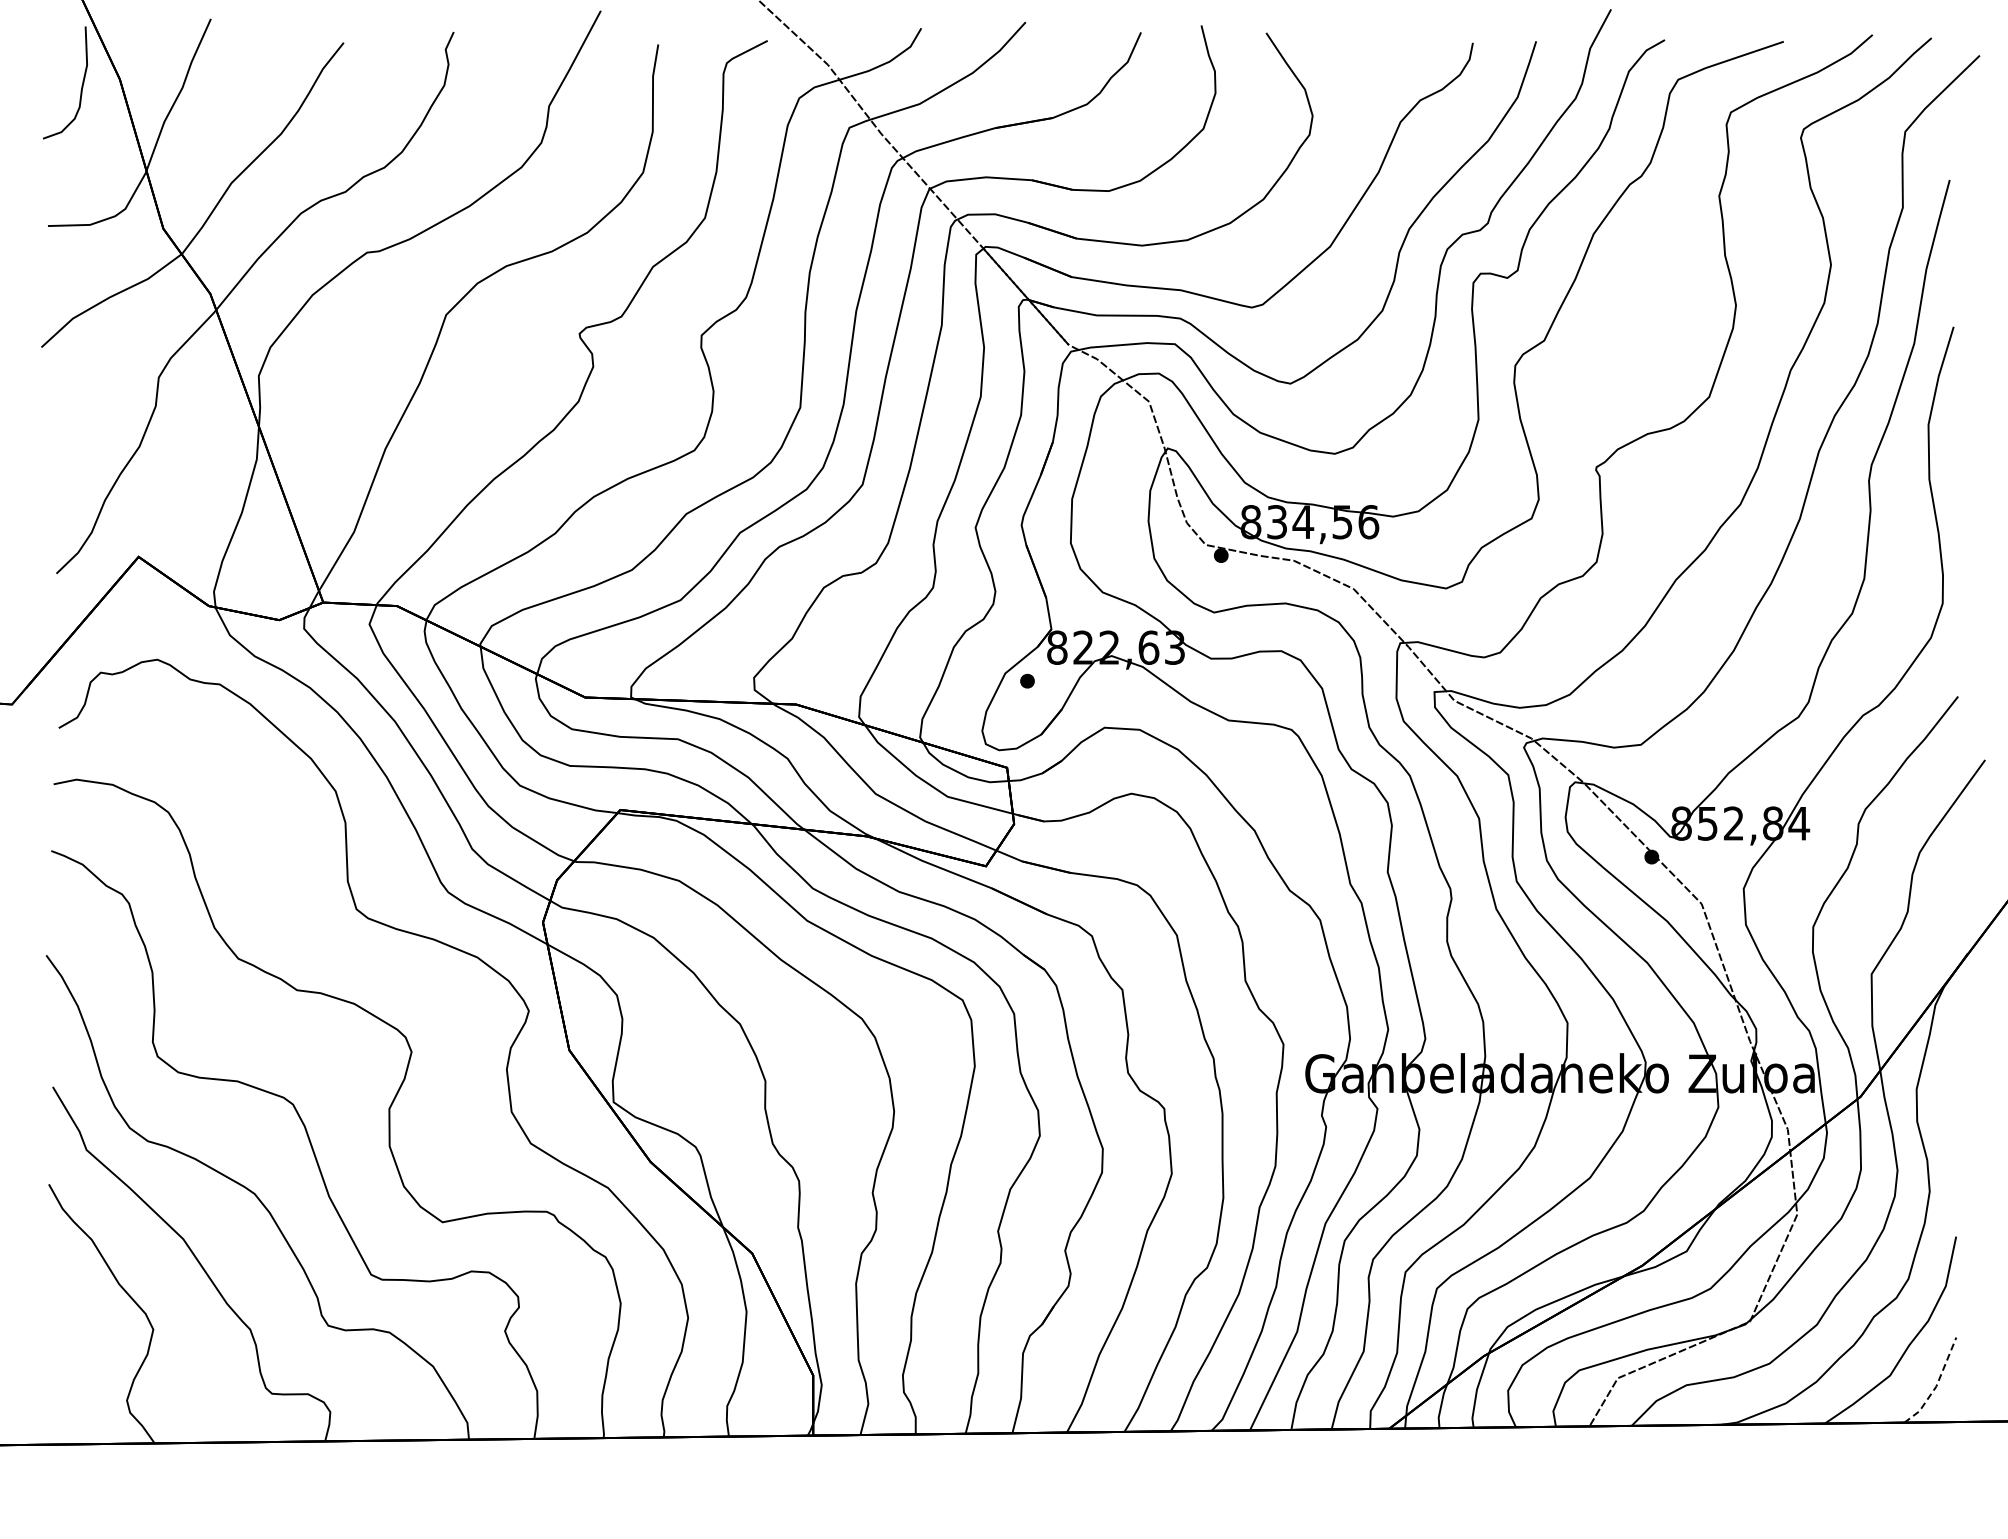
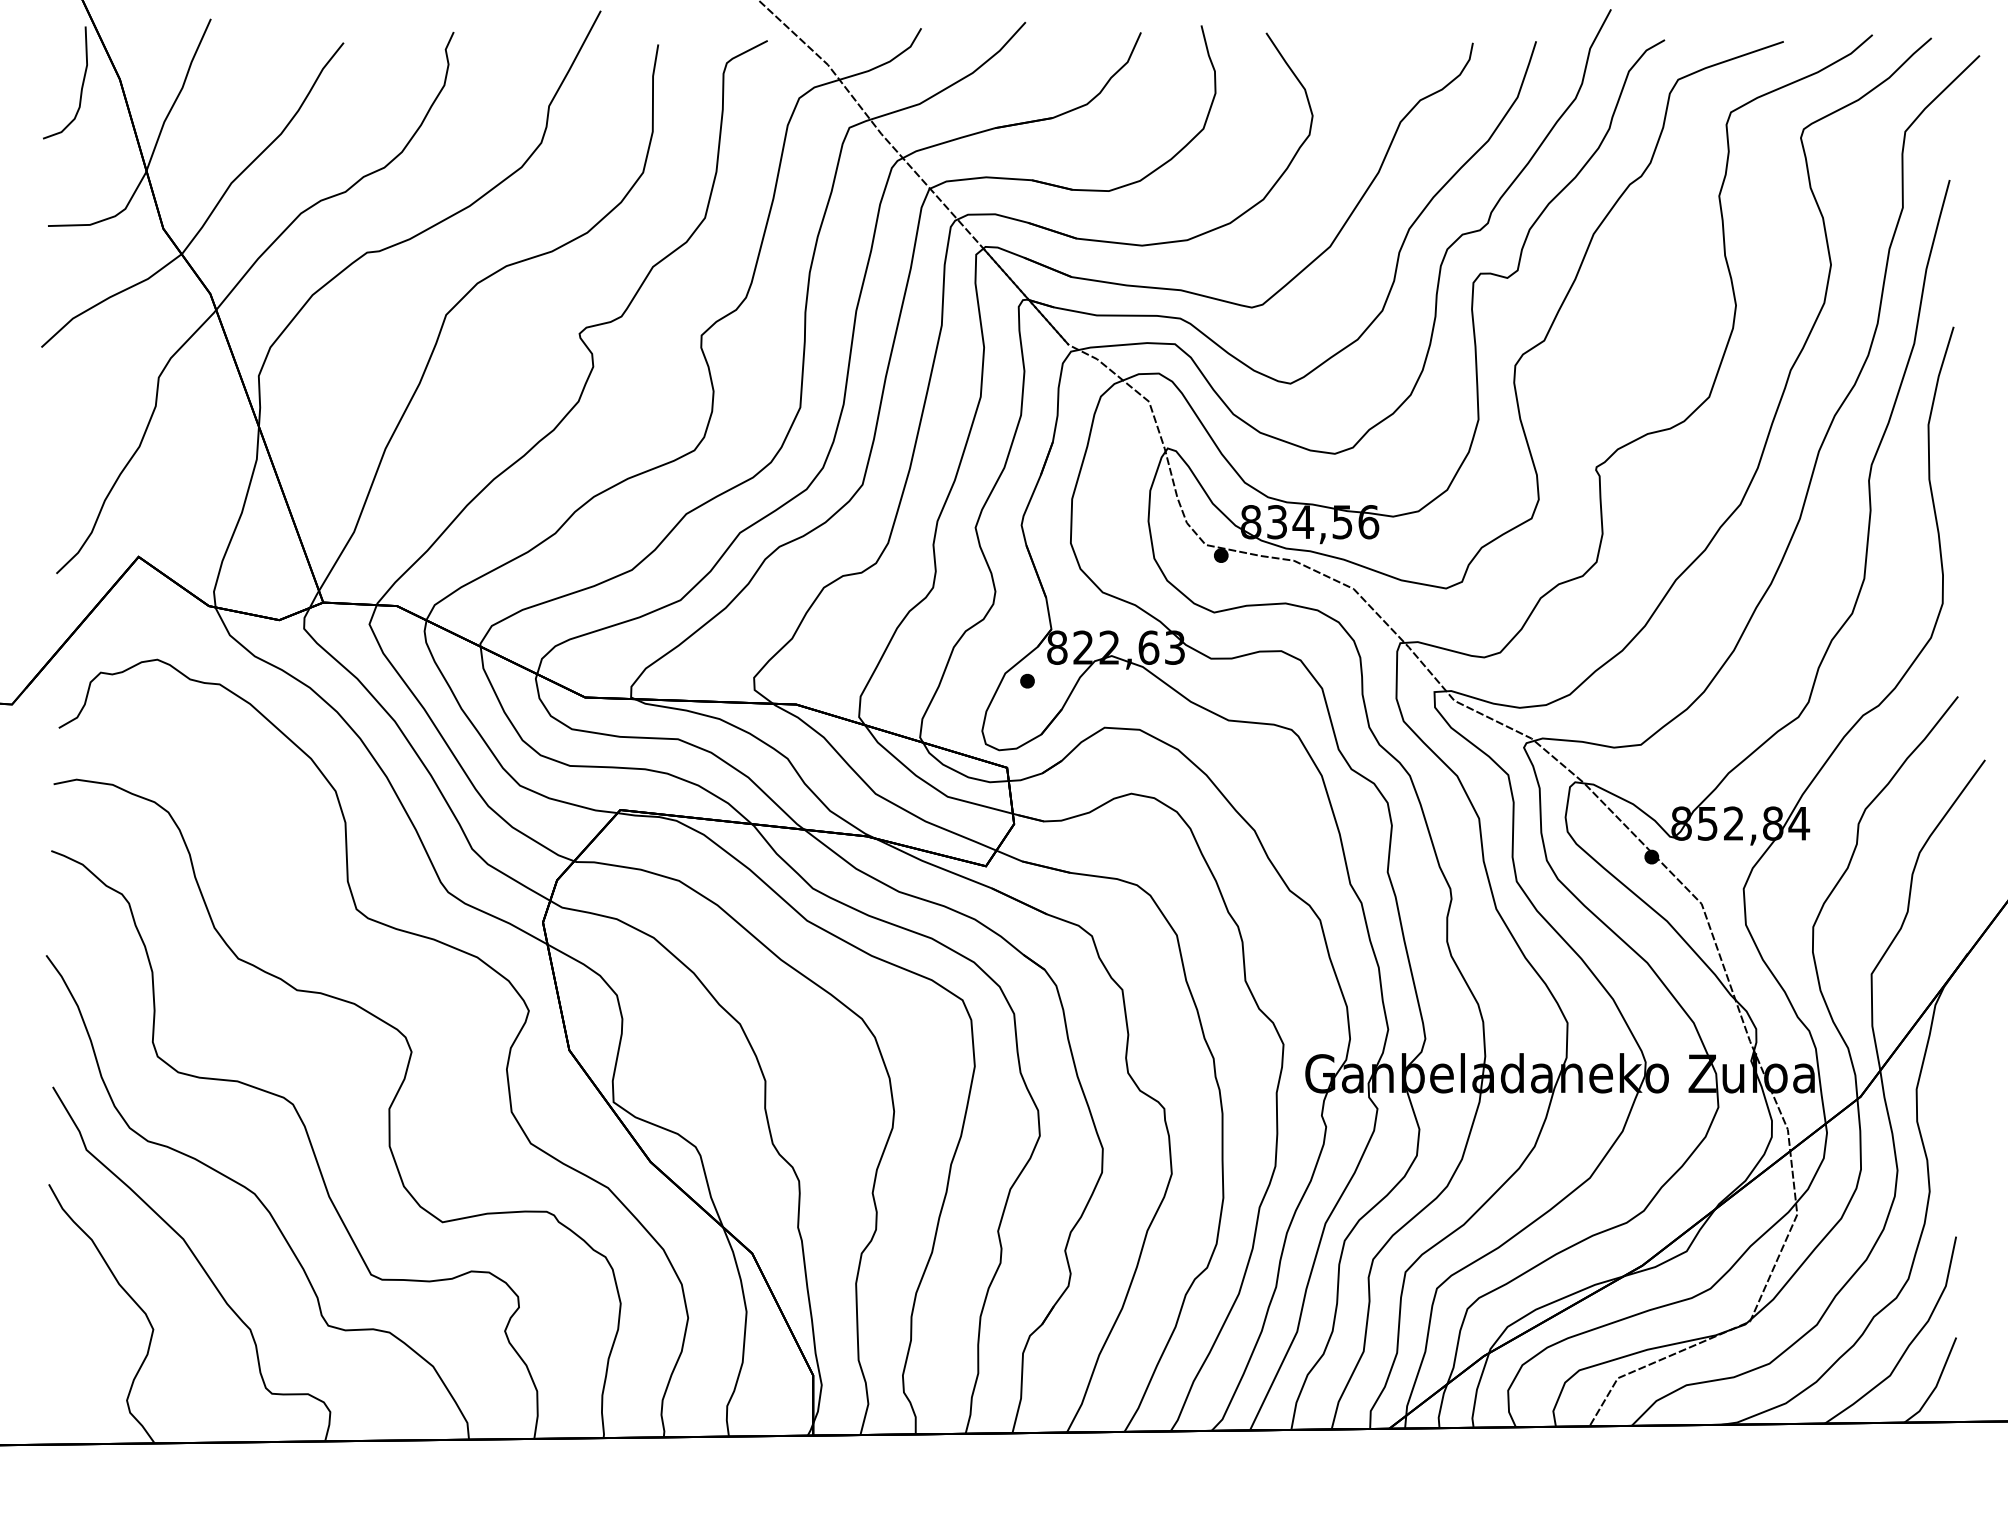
line at (1937, 1384): dashed -> solid
